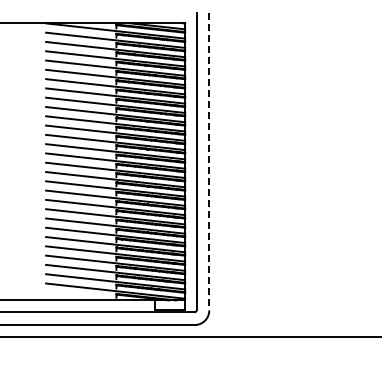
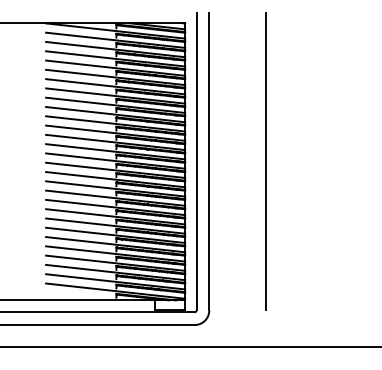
line at (209, 161): dashed -> solid
line at (265, 161): none -> present
line at (190, 336) position: (190, 336) -> (190, 346)
